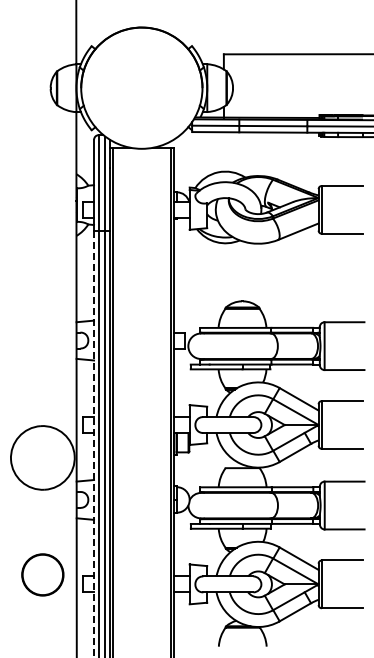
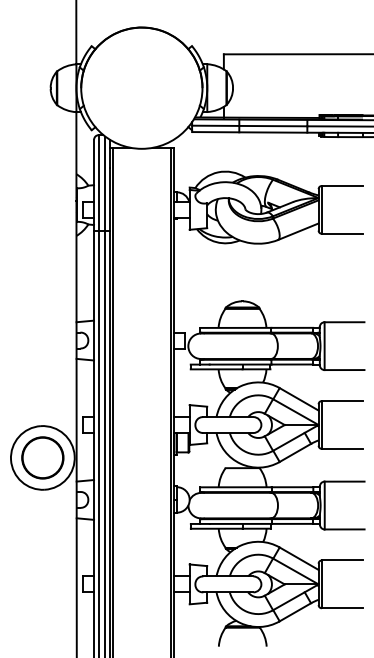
line at (94, 444): dashed -> solid
circle at (42, 574) position: (42, 574) -> (42, 457)
